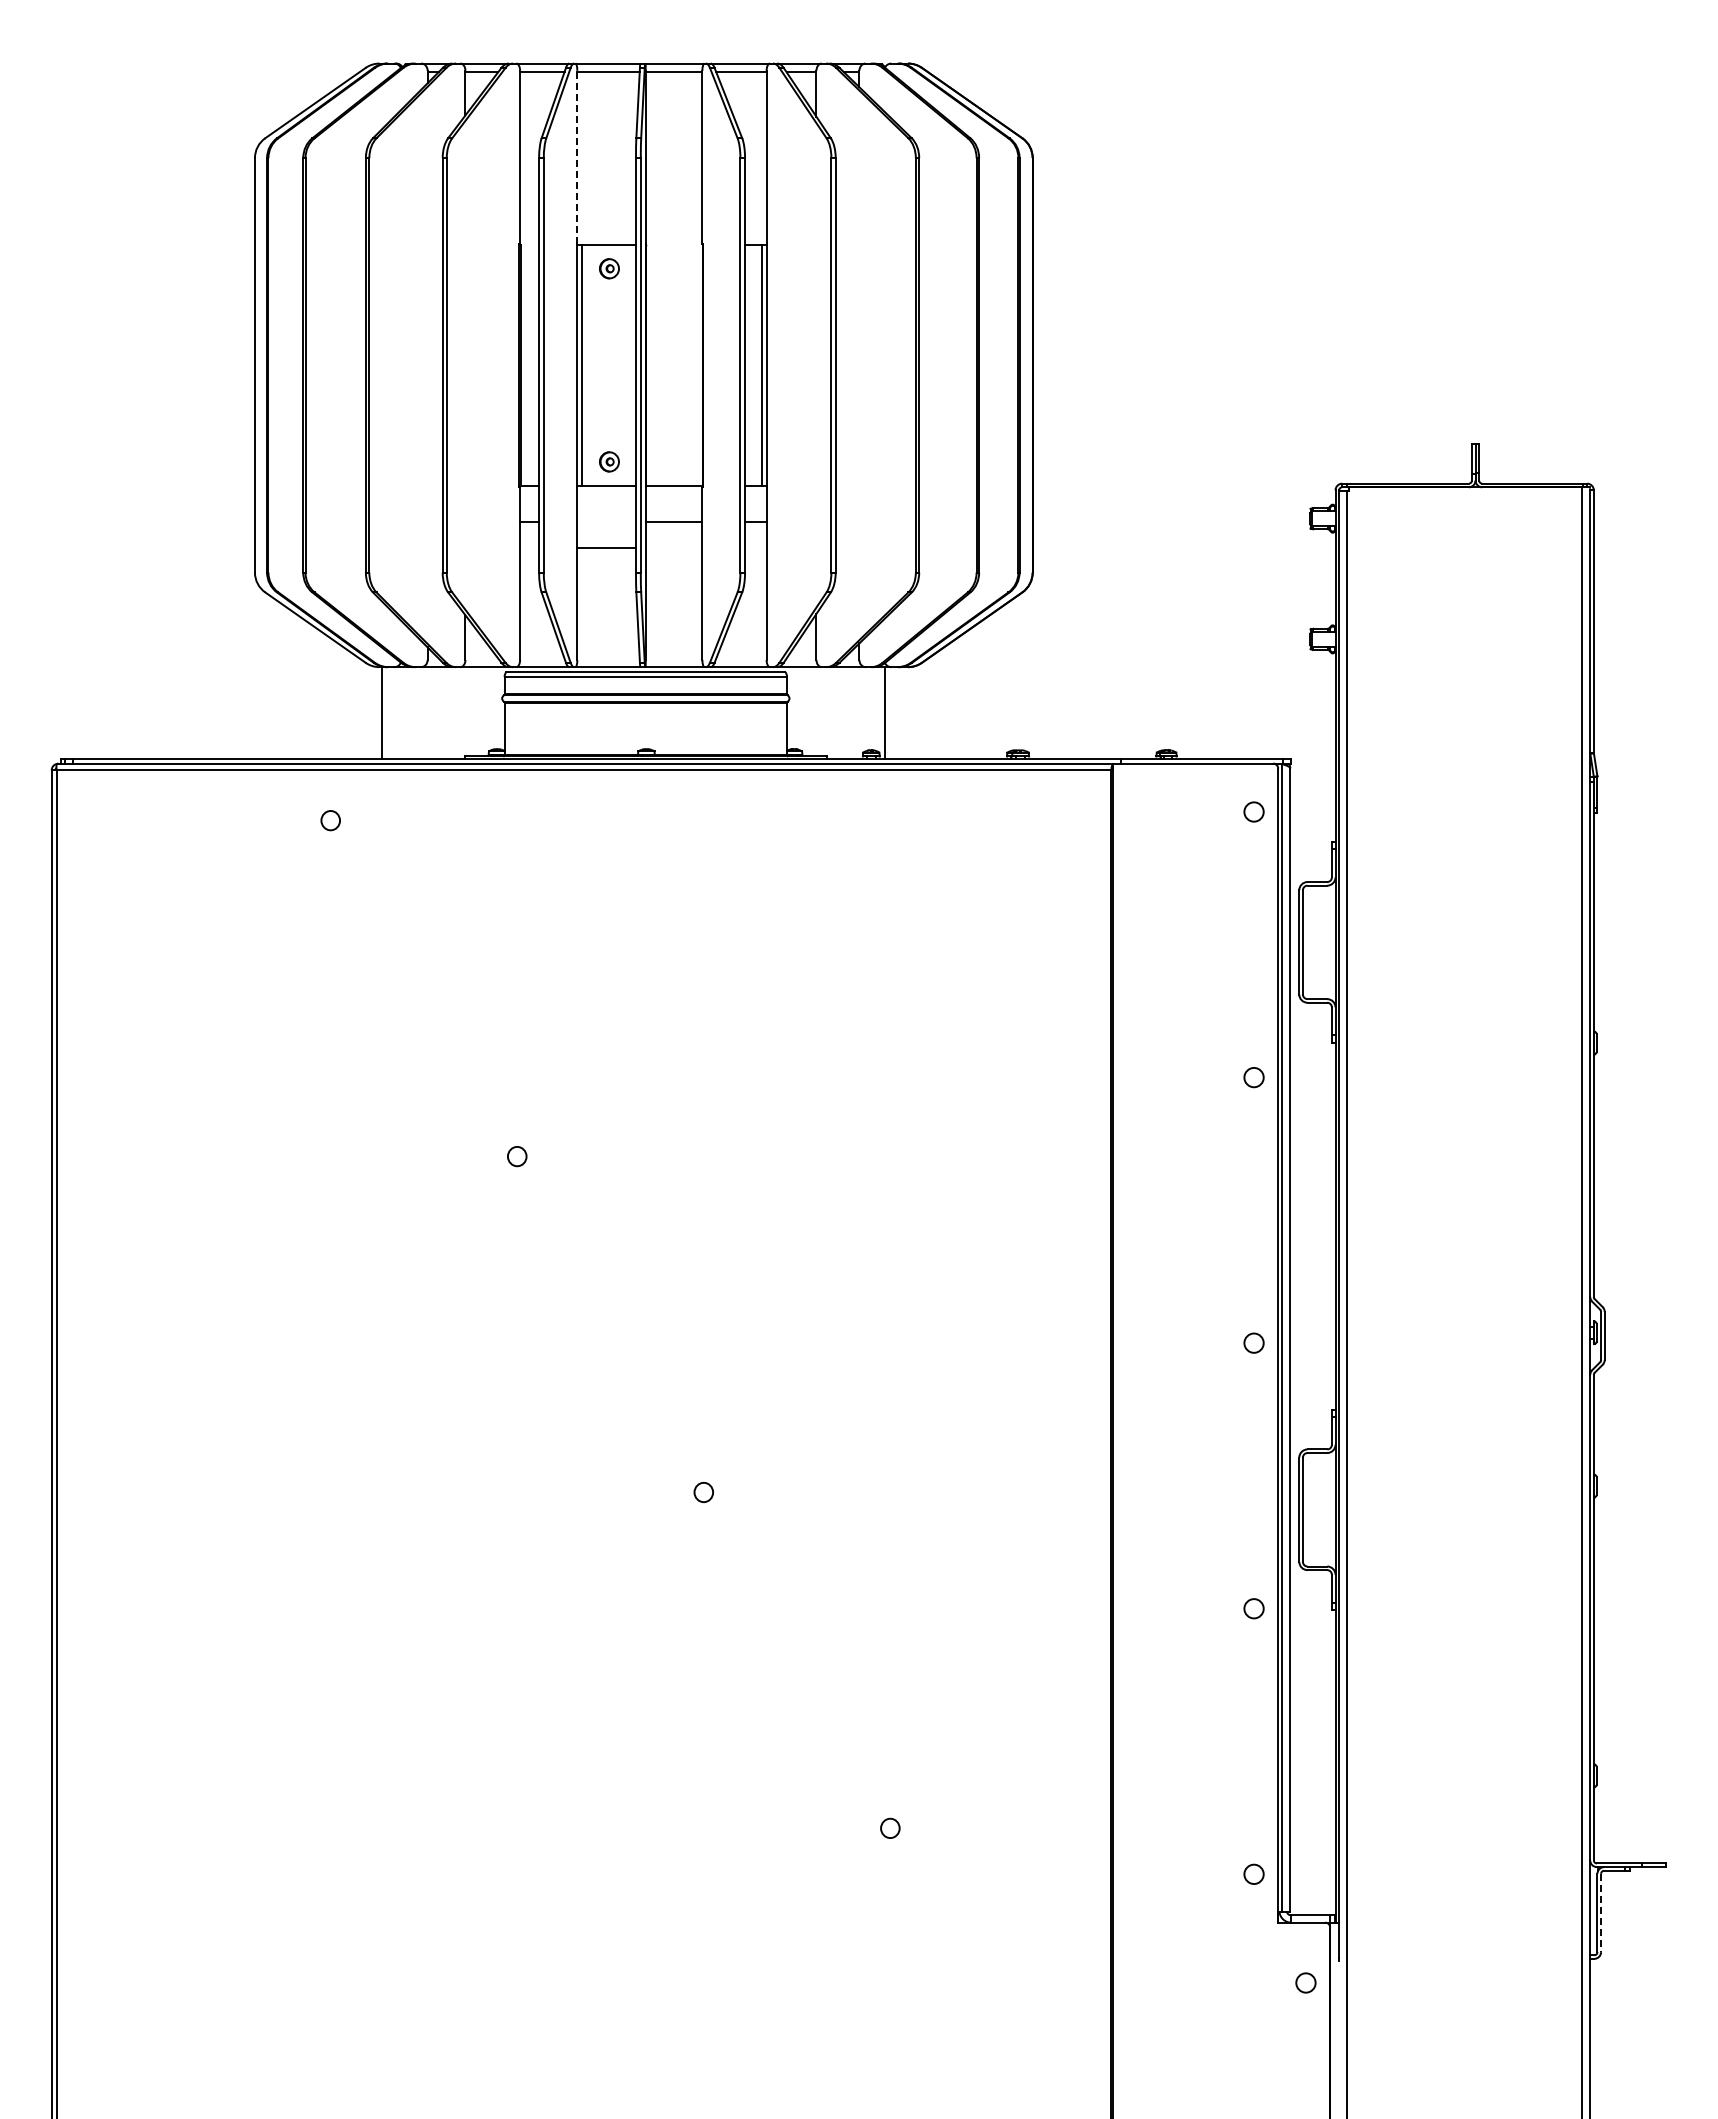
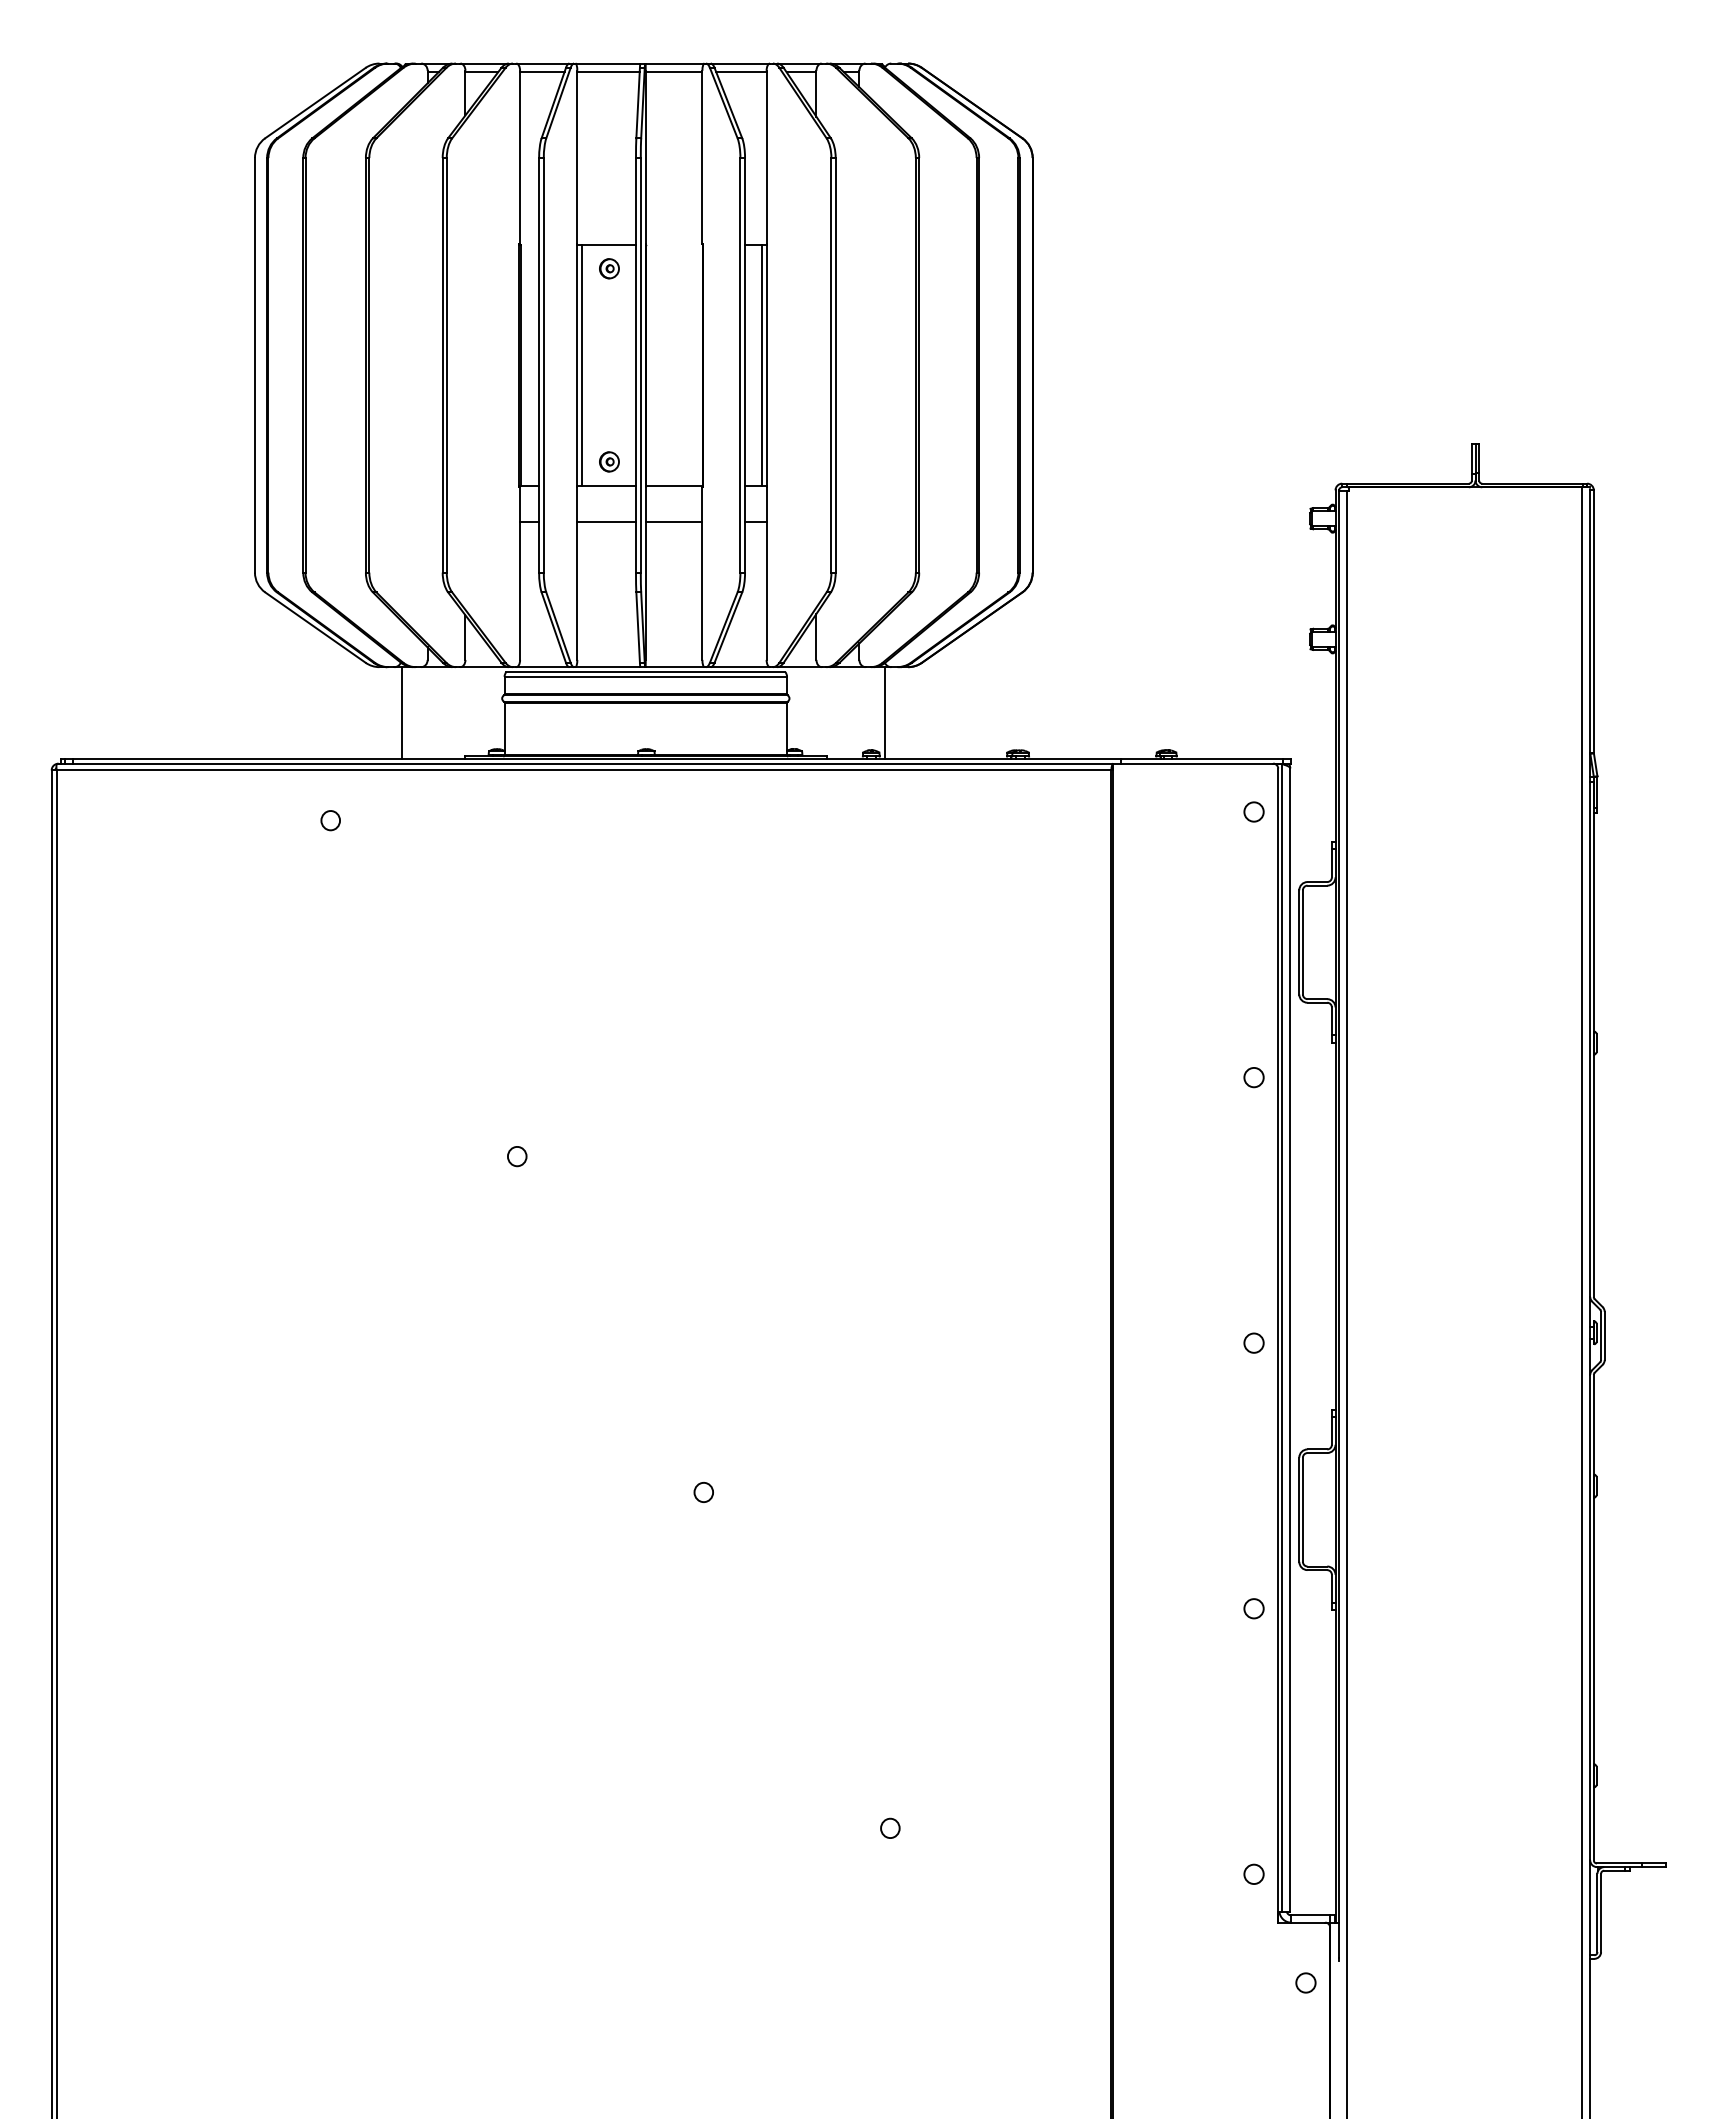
line at (577, 157): dashed -> solid
line at (606, 548) position: (606, 548) -> (606, 522)
line at (382, 712) position: (382, 712) -> (402, 712)
line at (1601, 1913): dashed -> solid
